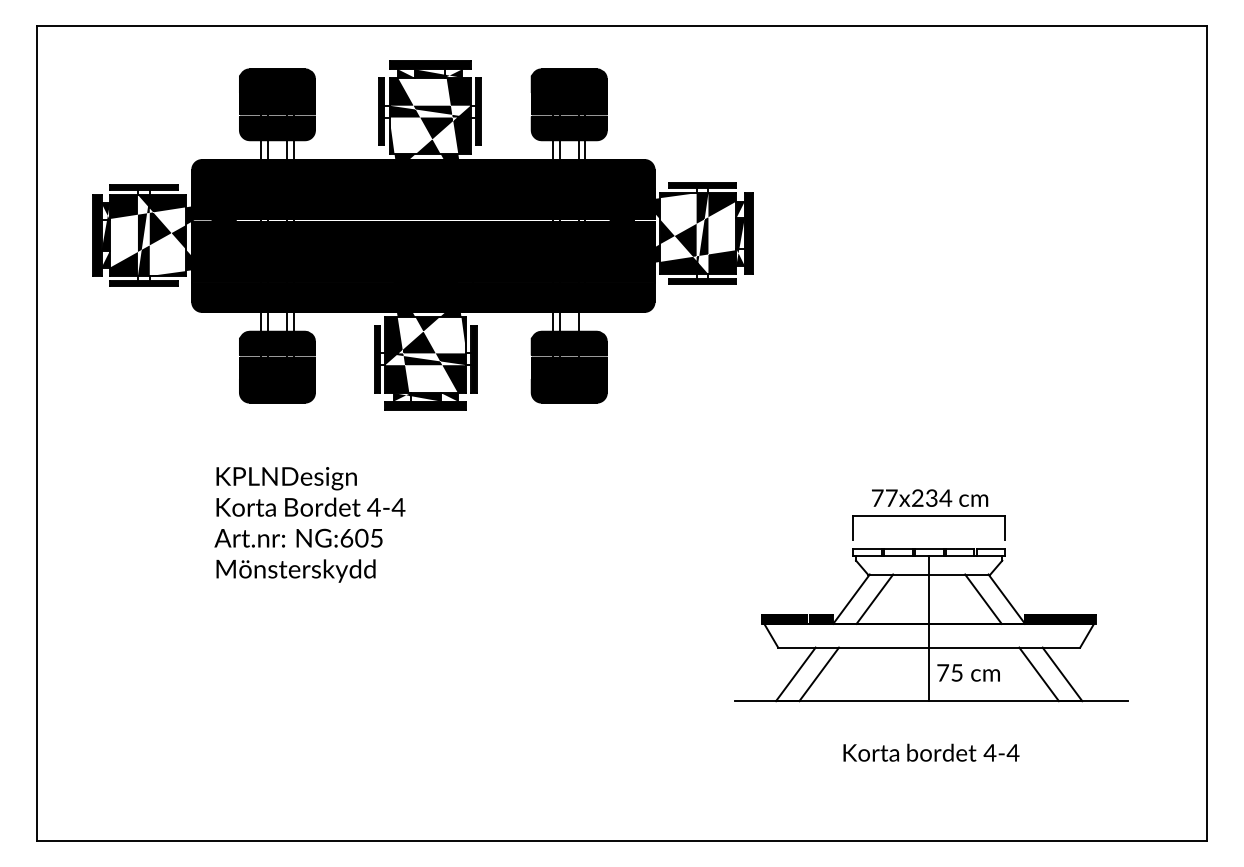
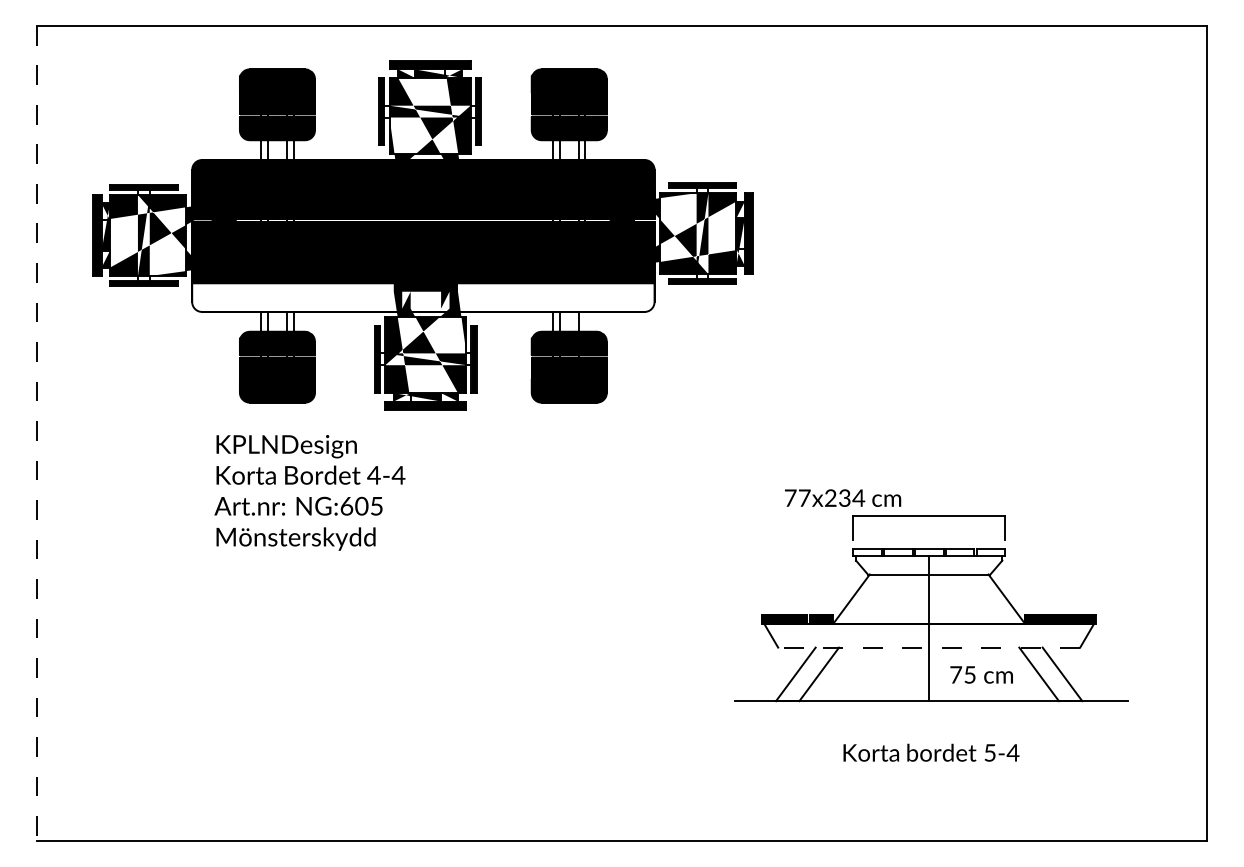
fill at (423, 297): present -> none
line at (37, 433): solid -> dashed
text at (930, 497) position: (930, 497) -> (843, 497)
text at (309, 524) position: (309, 524) -> (309, 492)
line at (874, 598): present -> none
line at (983, 598): present -> none
line at (928, 647): solid -> dashed
text at (968, 672) position: (968, 672) -> (981, 674)
text at (989, 752): 4-4 -> 5-4
